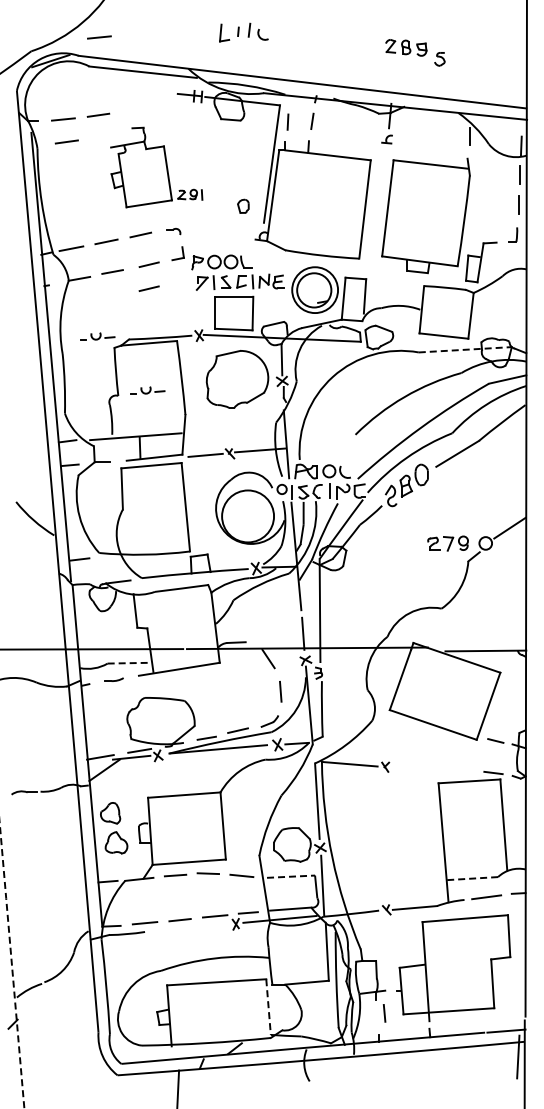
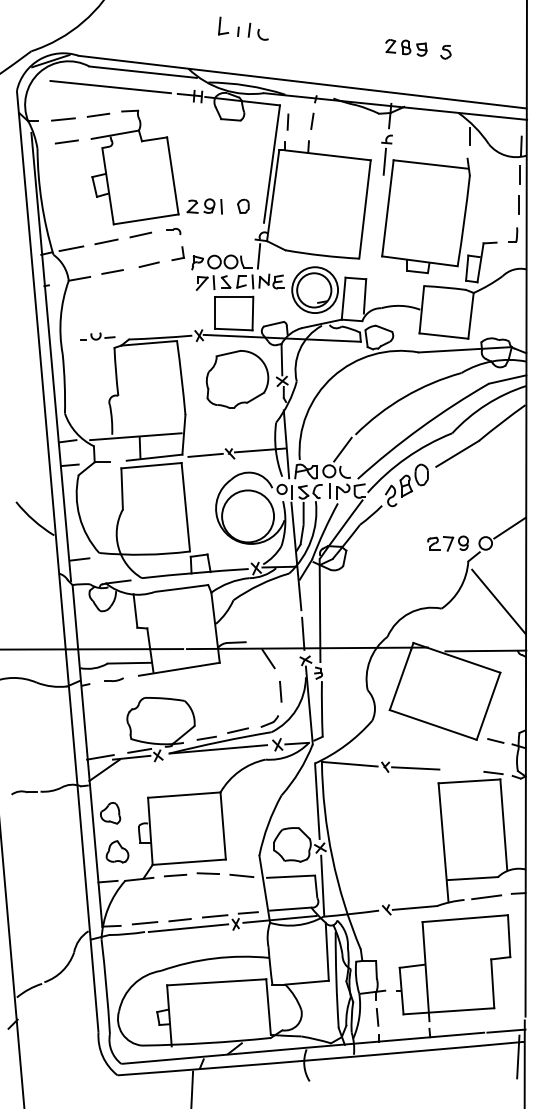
part at (224, 32) position: (224, 32) -> (223, 25)
line at (99, 37): present -> none
part at (439, 59) position: (439, 59) -> (445, 52)
line at (110, 86): none -> present
line at (384, 161): none -> present
part at (156, 167) size: 94x83 px -> 133x117 px
line at (258, 256): none -> present
line at (148, 288): present -> none
line at (465, 349): dashed -> solid
part at (147, 390): present -> none
line at (342, 449): none -> present
line at (498, 601): none -> present
line at (129, 663): dashed -> solid
line at (415, 768): none -> present
part at (116, 842) position: (116, 842) -> (117, 851)
line at (291, 876): dashed -> solid
line at (472, 878): dashed -> solid
line at (188, 927): none -> present
arc at (12, 967): dashed -> solid
line at (268, 1007): dashed -> solid
line at (384, 1013) position: (384, 1013) -> (377, 1017)
line at (178, 1087) position: (178, 1087) -> (192, 1088)
